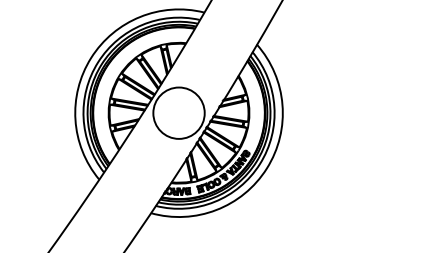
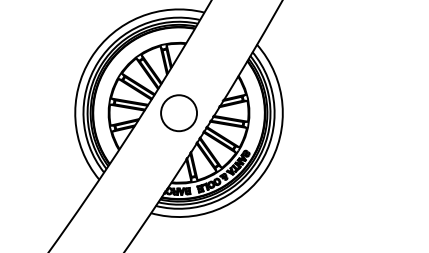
circle at (178, 112) diameter: 51 px -> 36 px
